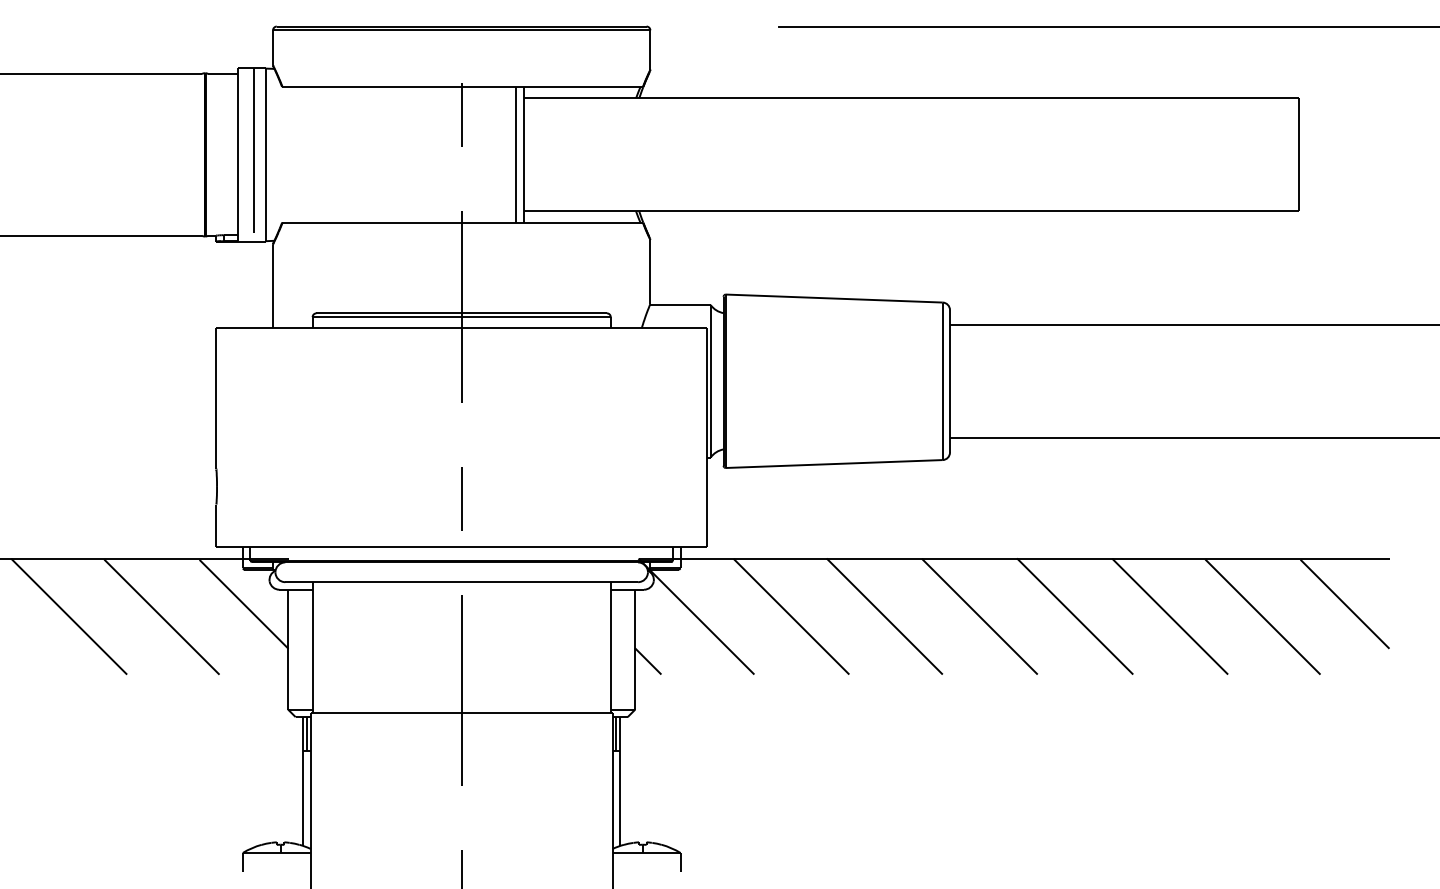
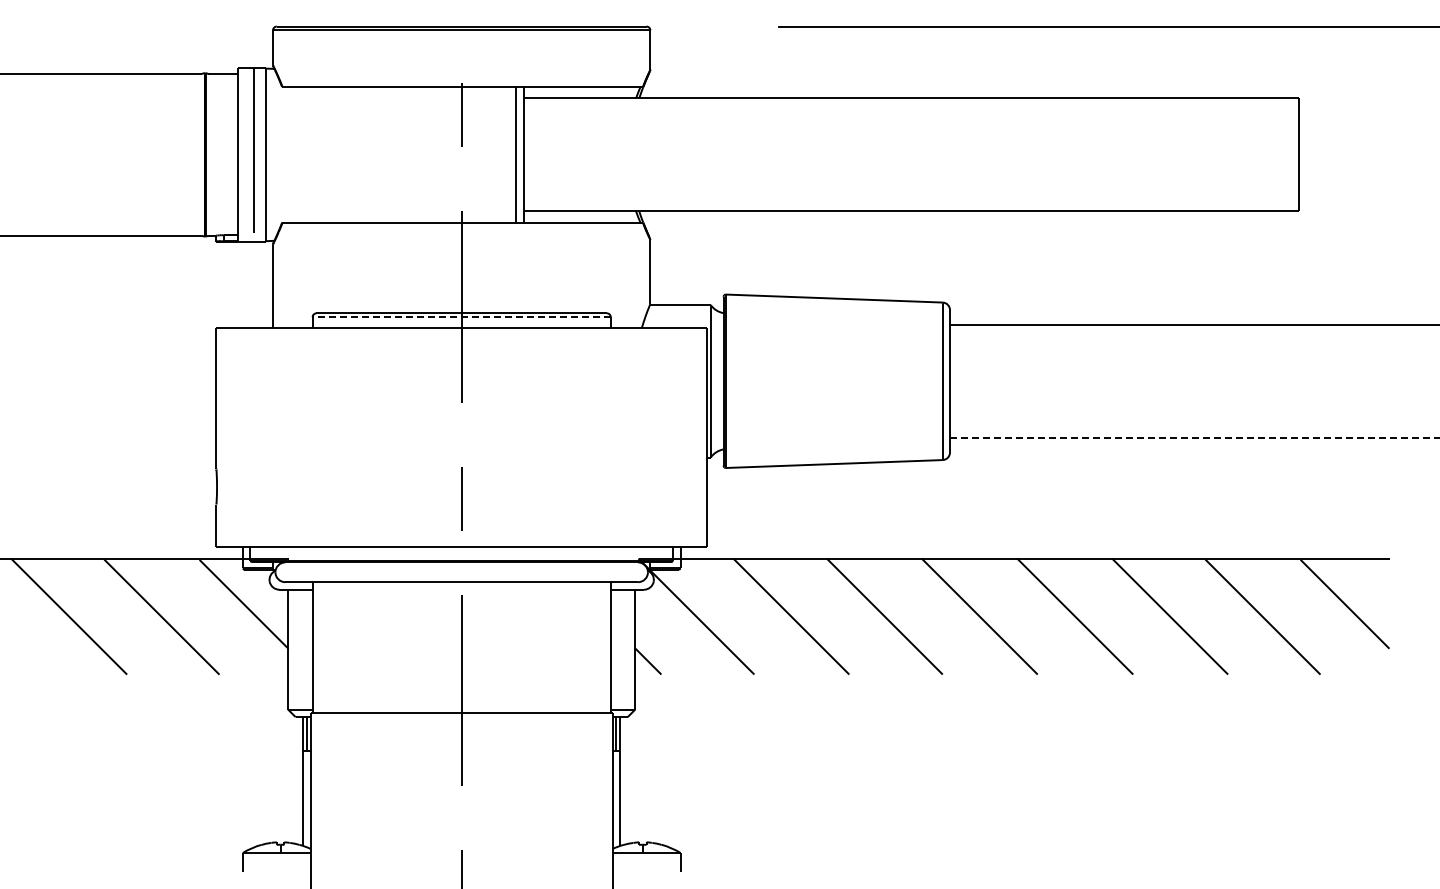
line at (461, 317): solid -> dashed
line at (1194, 437): solid -> dashed
